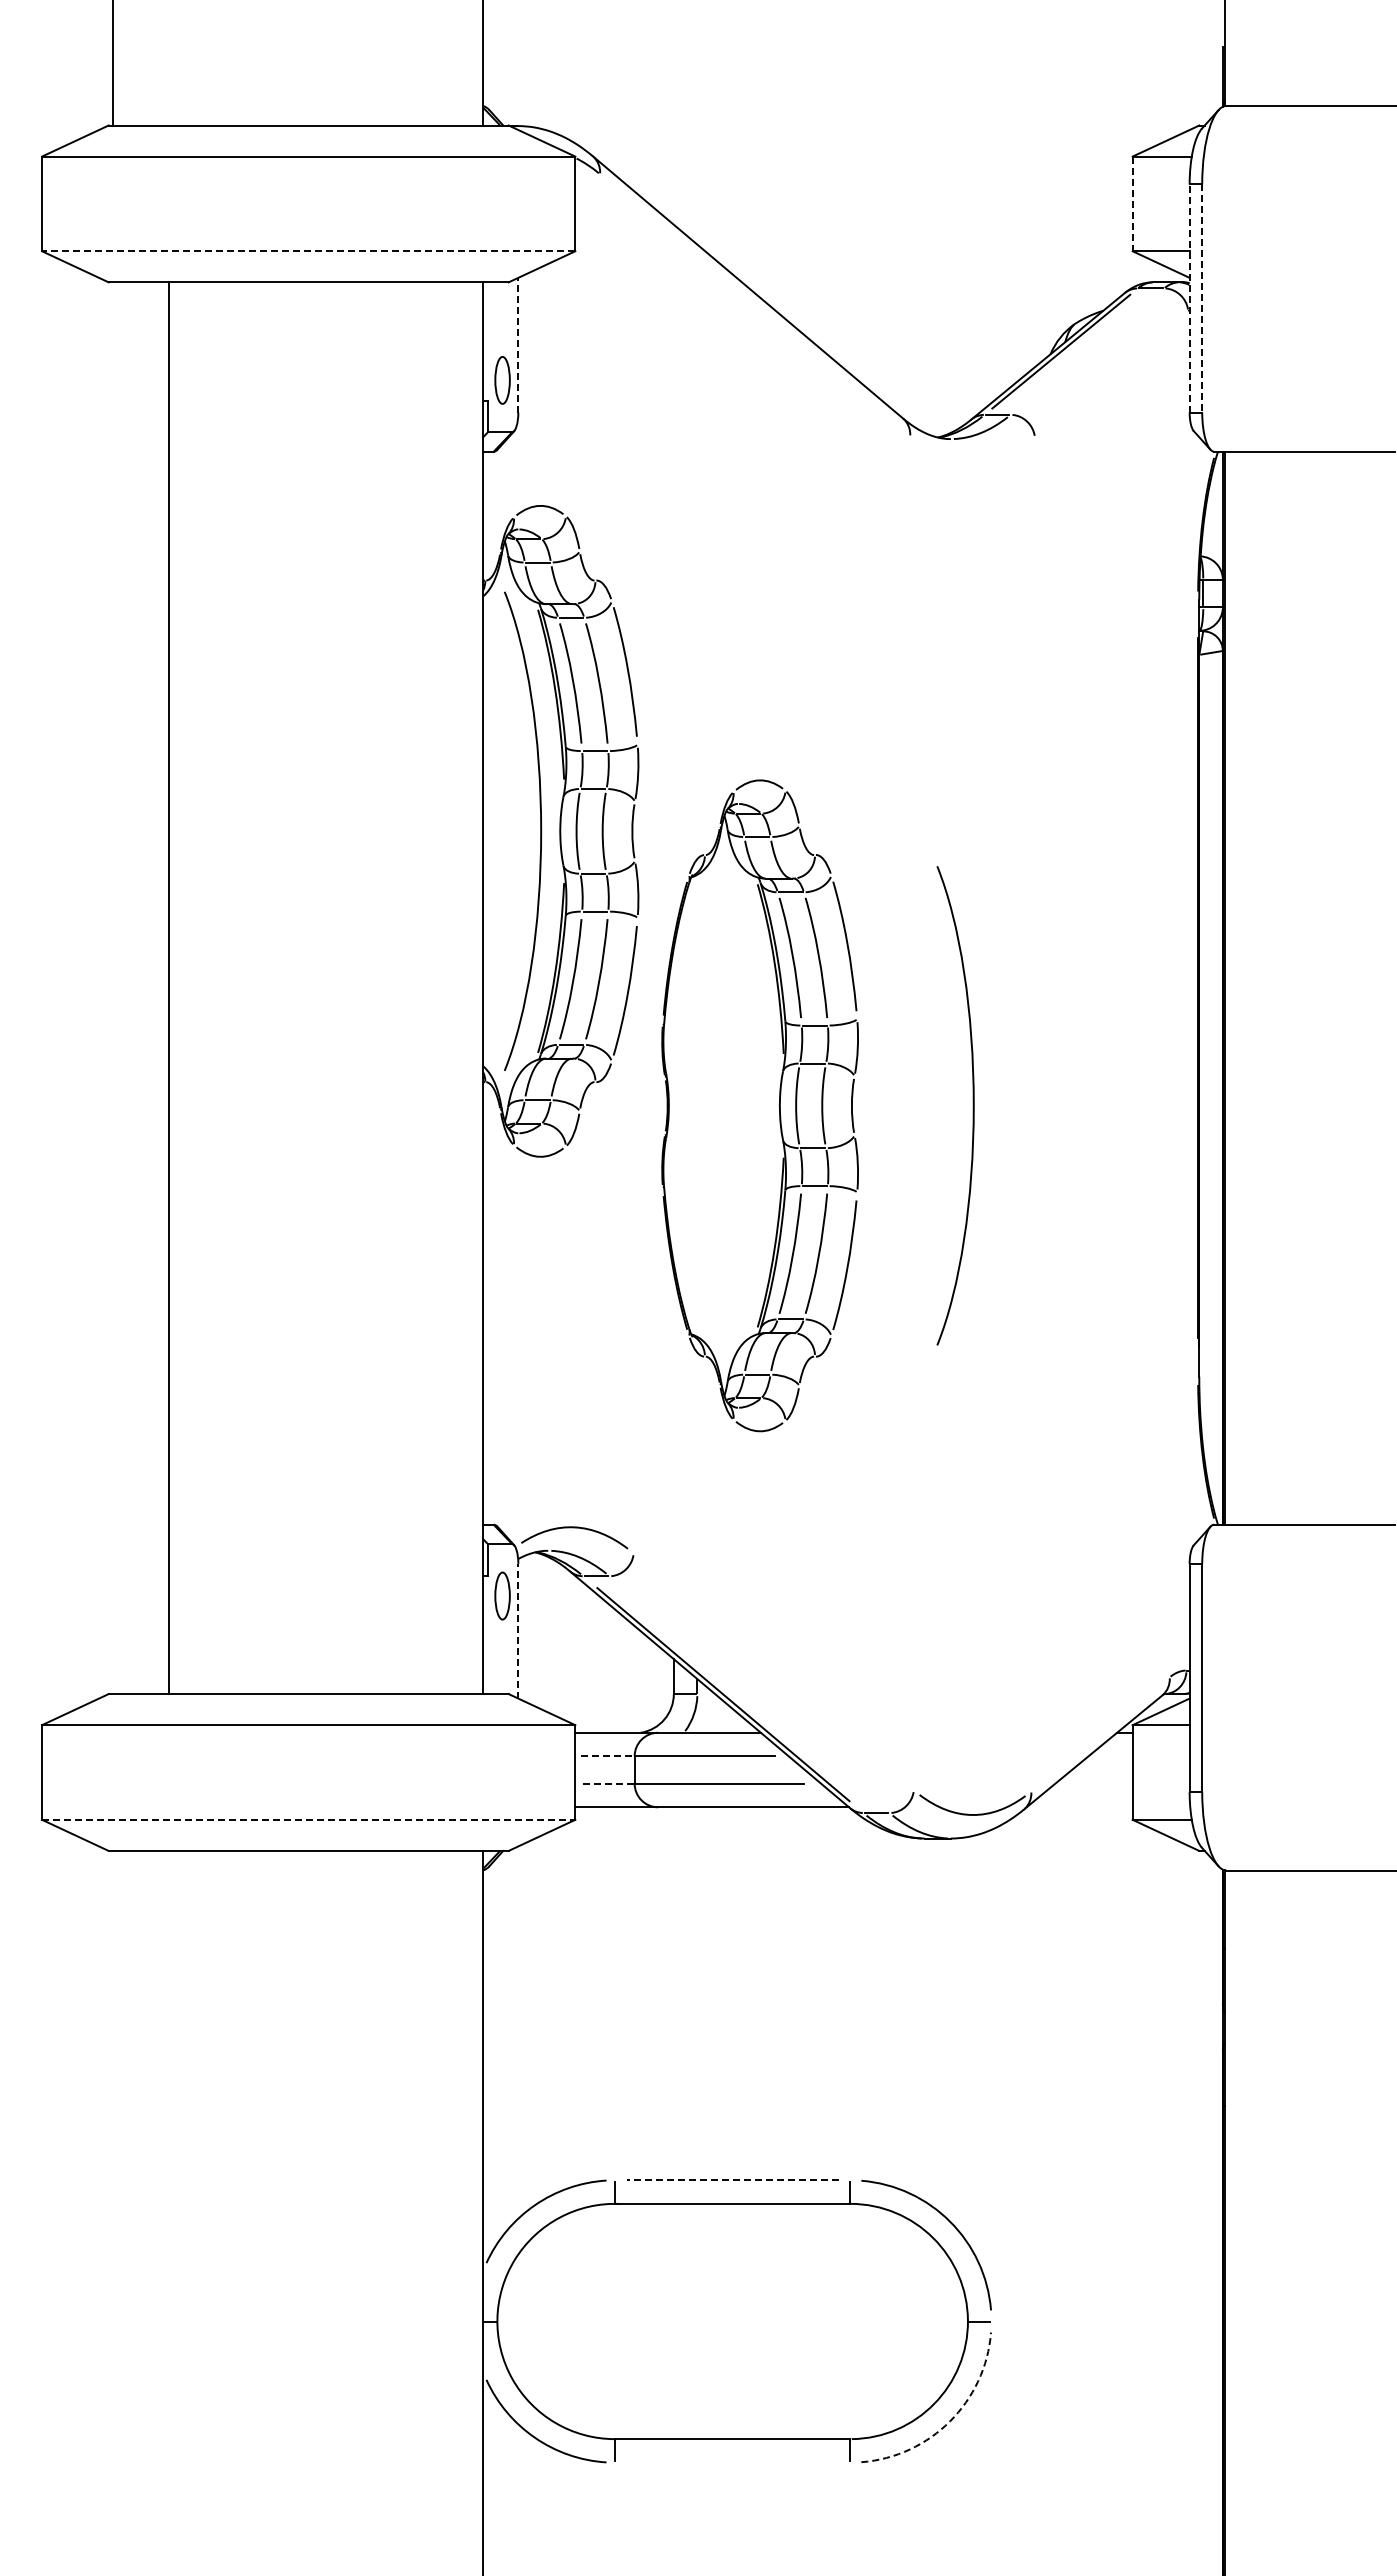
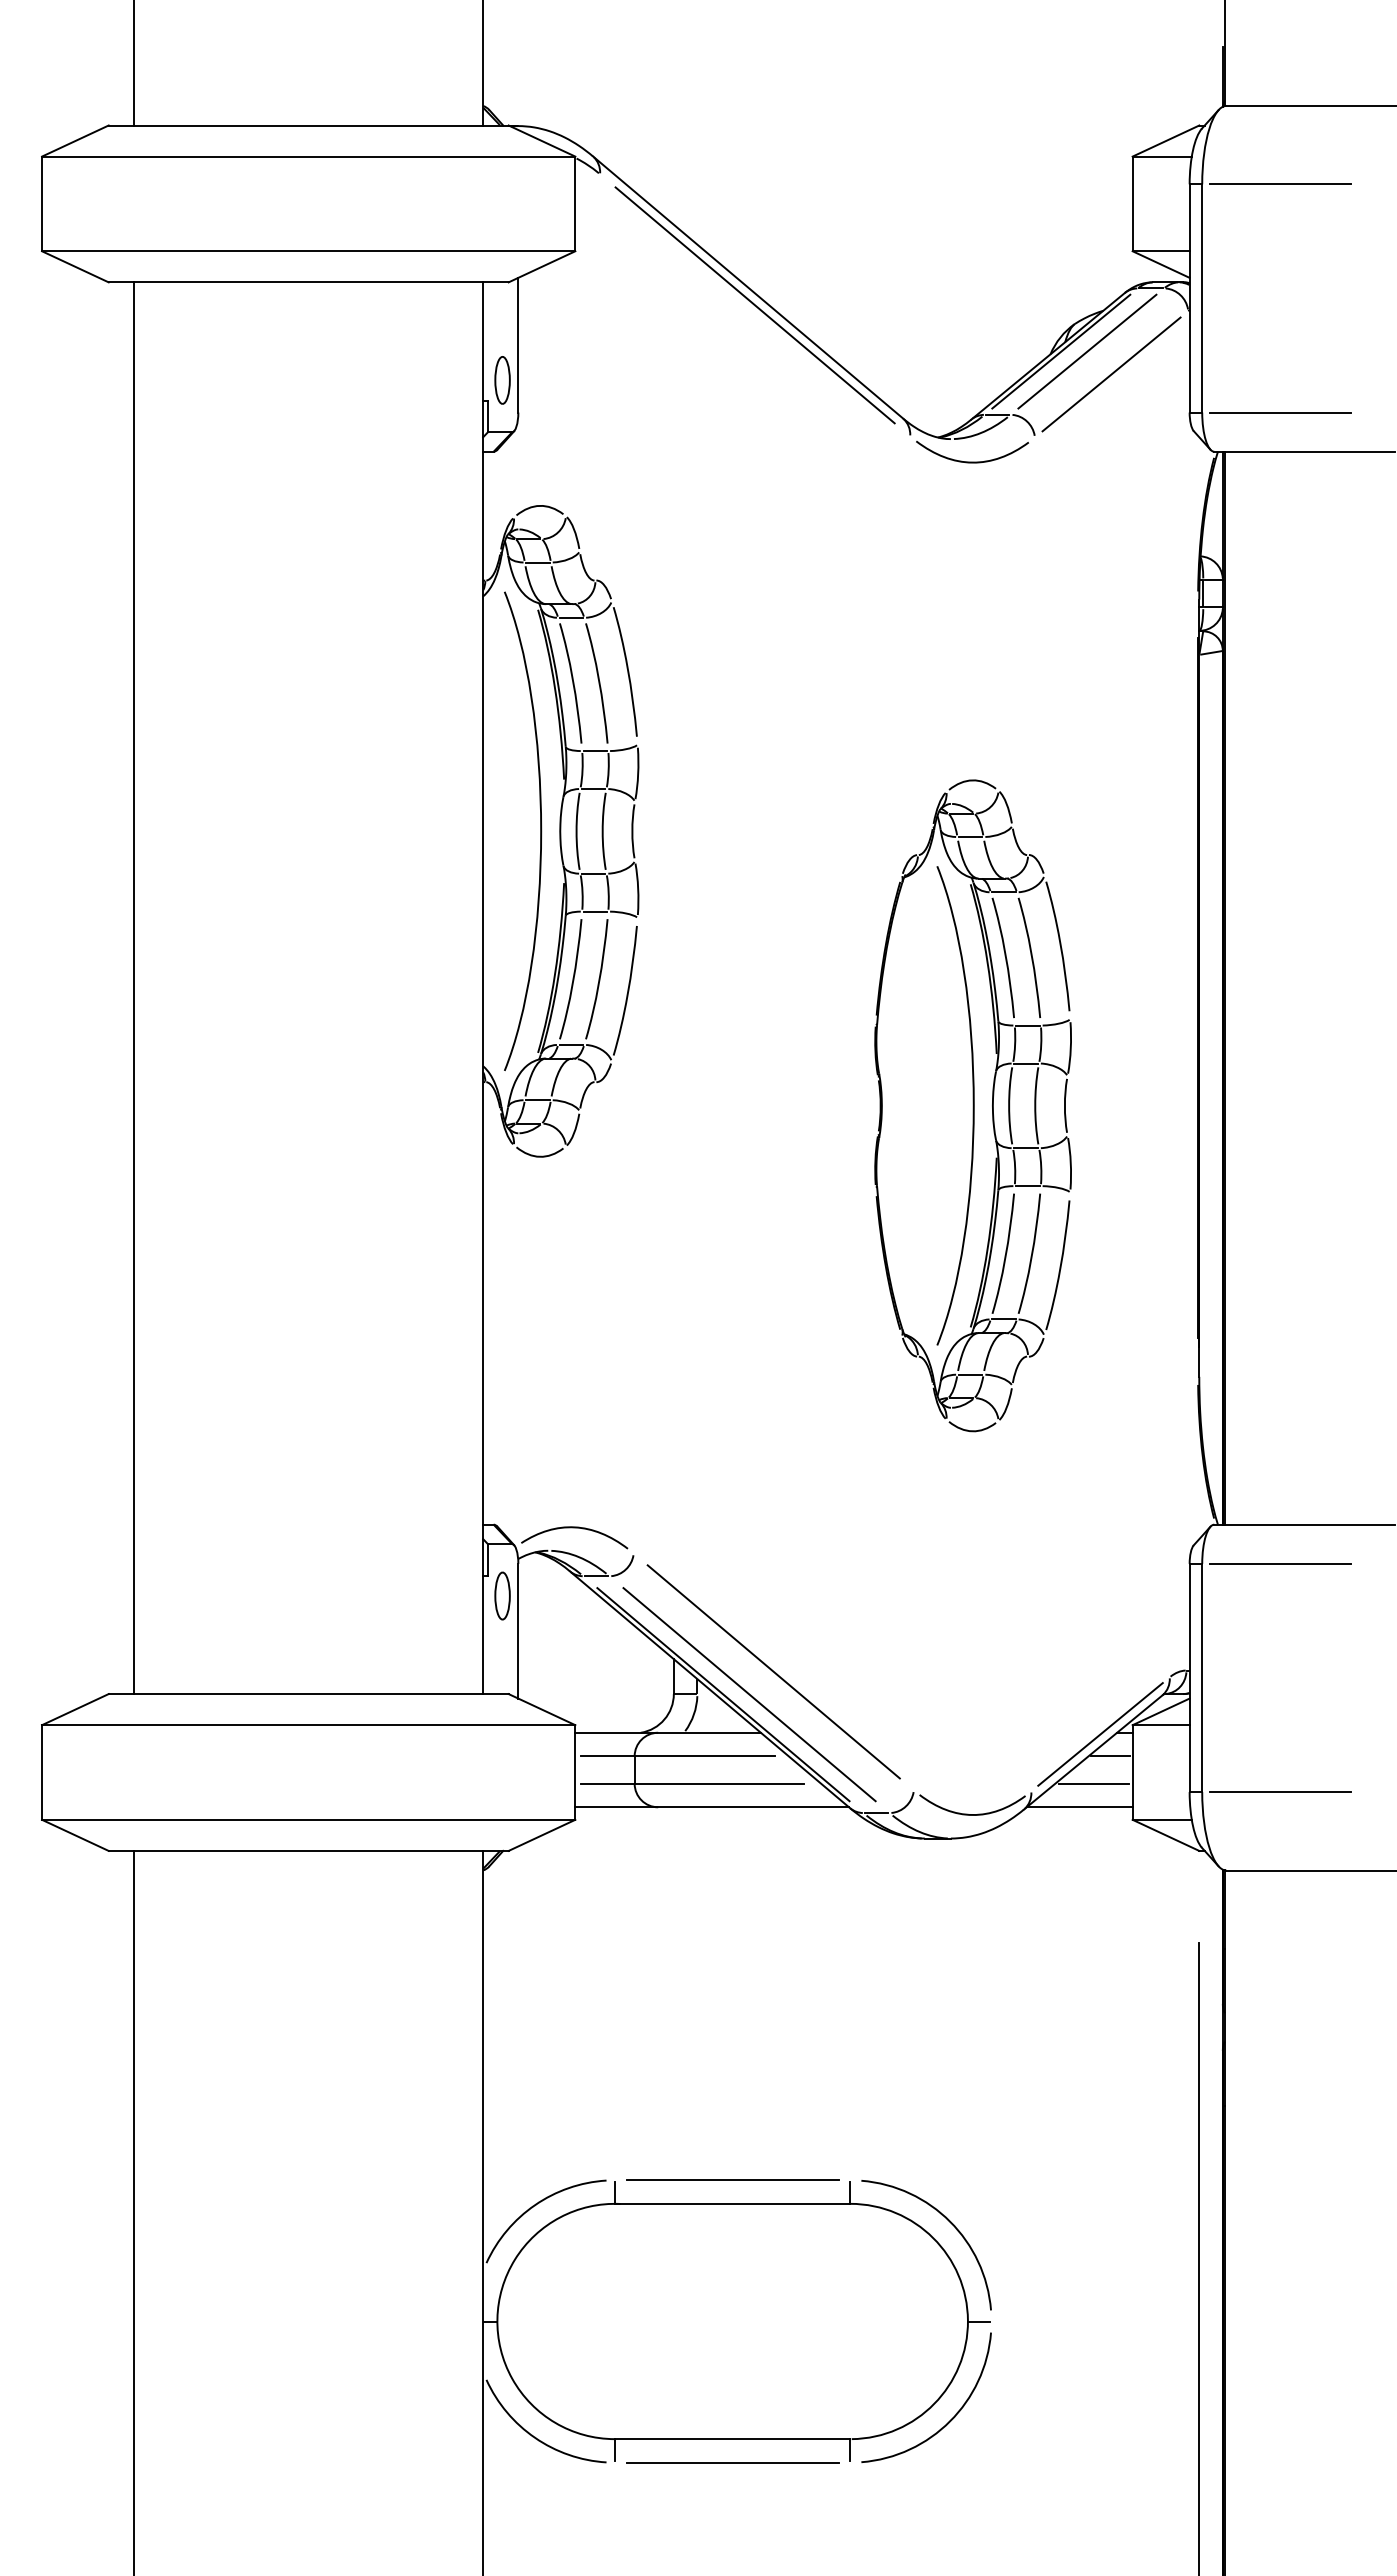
line at (113, 63) position: (113, 63) -> (134, 63)
line at (1280, 184): none -> present
line at (1132, 204): dashed -> solid
line at (308, 251): dashed -> solid
line at (1189, 297): dashed -> solid
line at (1202, 298): dashed -> solid
line at (754, 305): none -> present
line at (518, 344): dashed -> solid
line at (1087, 351): none -> present
line at (1111, 374): none -> present
line at (1280, 412): none -> present
curve at (972, 461): none -> present
line at (169, 988) position: (169, 988) -> (134, 988)
part at (759, 1105) position: (759, 1105) -> (972, 1105)
line at (1280, 1563): none -> present
line at (518, 1630): dashed -> solid
line at (773, 1671): none -> present
line at (749, 1694): none -> present
line at (1100, 1734): none -> present
line at (607, 1756): dashed -> solid
line at (1110, 1756): none -> present
line at (607, 1783): dashed -> solid
line at (1093, 1783): none -> present
line at (1280, 1792): none -> present
line at (1079, 1807): none -> present
line at (308, 1819): dashed -> solid
line at (732, 2180): dashed -> solid
line at (134, 2211): none -> present
line at (1199, 2257): none -> present
arc at (950, 2421): dashed -> solid
line at (732, 2462): none -> present
